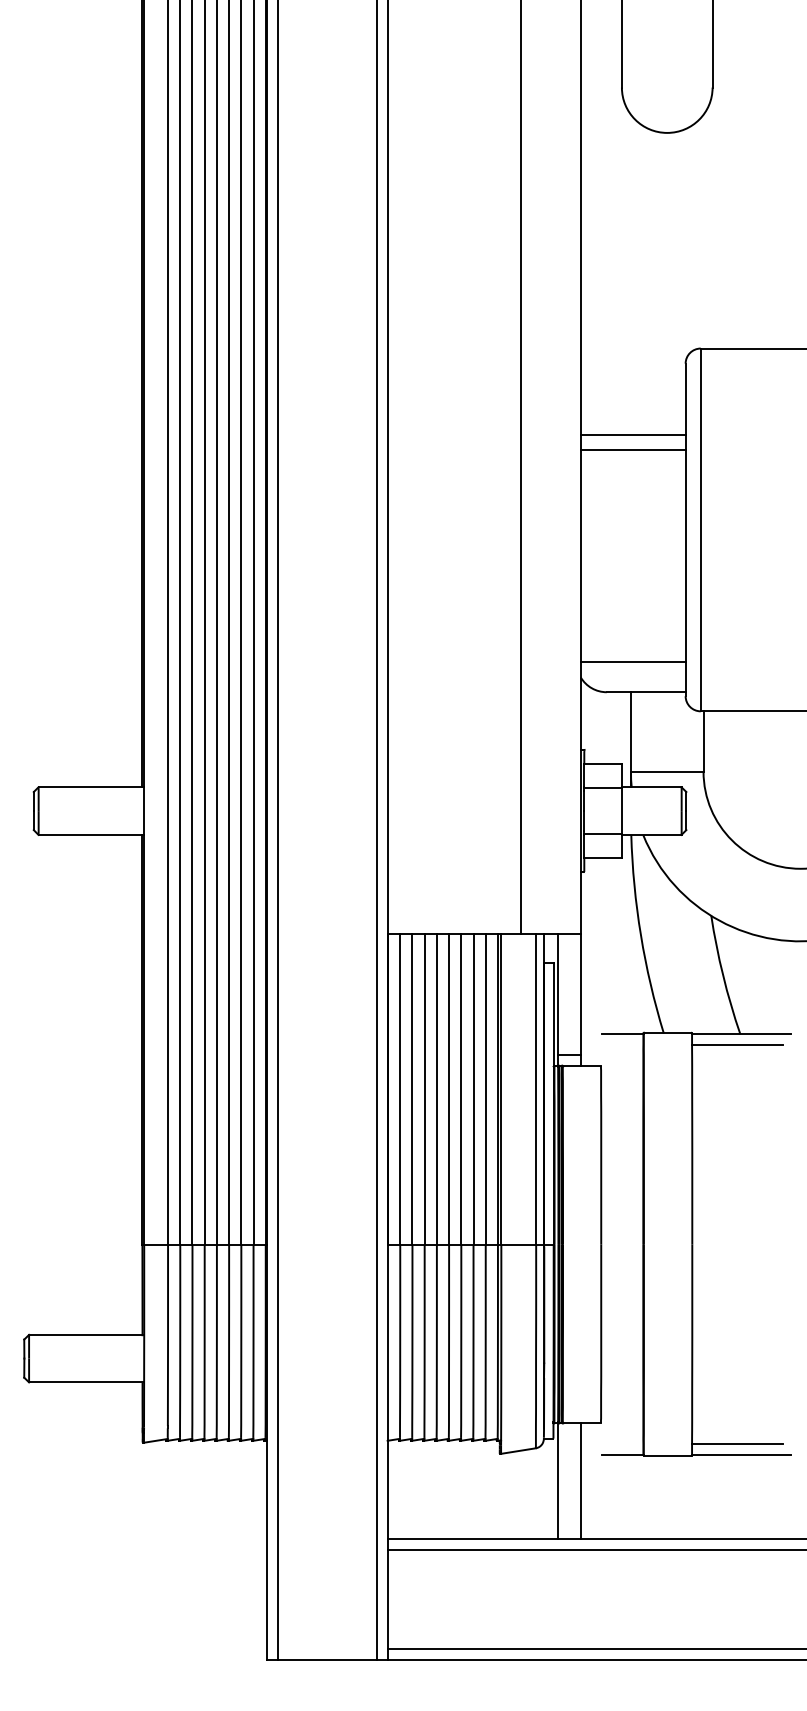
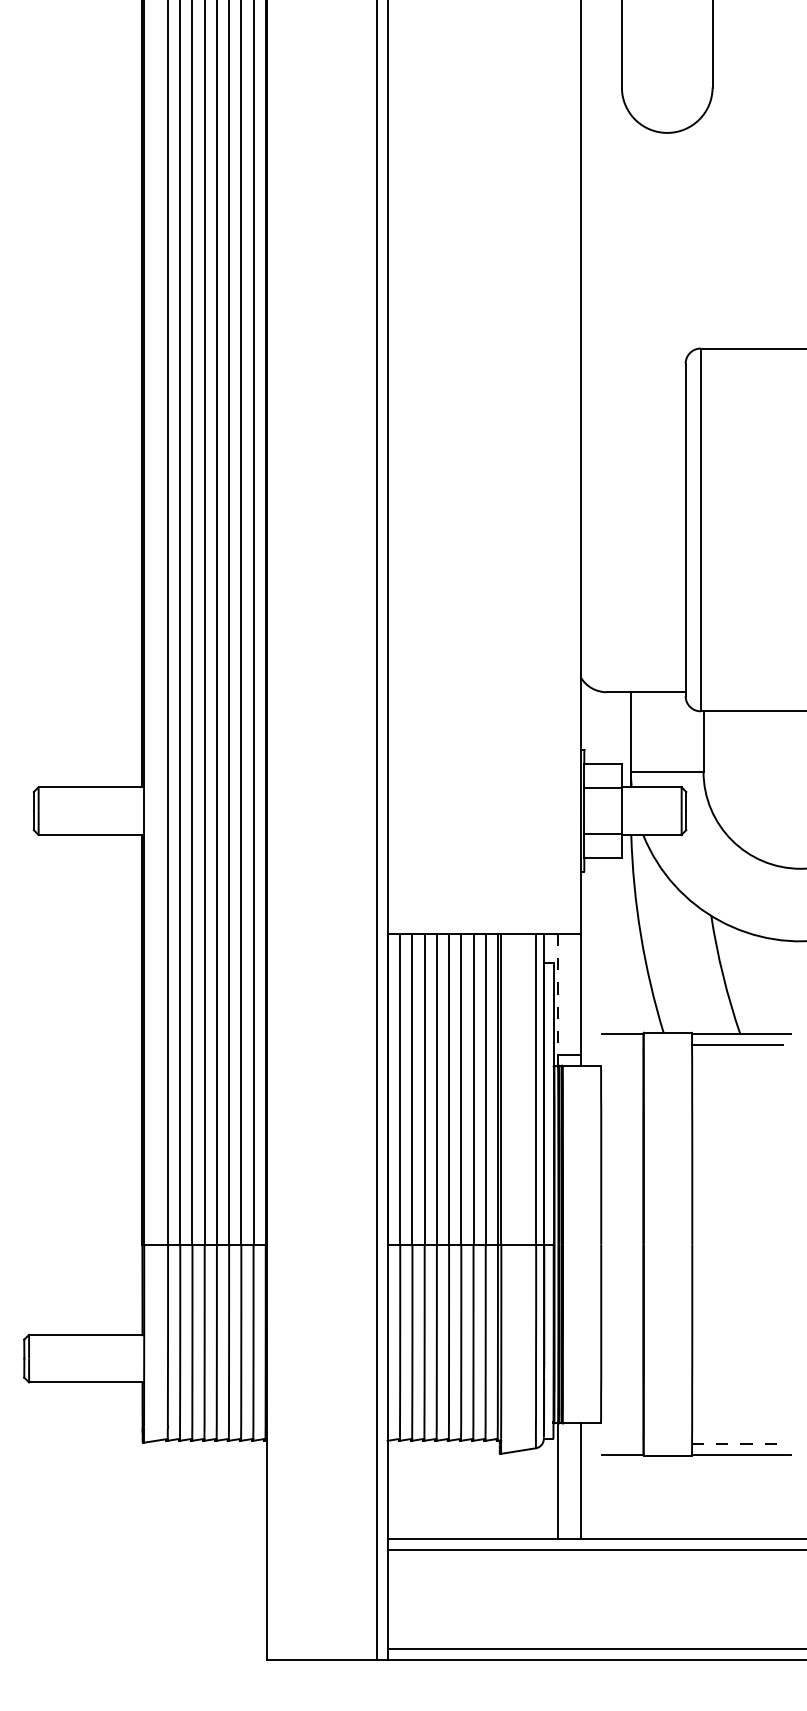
line at (633, 434): present -> none
line at (633, 450): present -> none
line at (520, 468): present -> none
line at (633, 662): present -> none
line at (277, 830): present -> none
line at (558, 1000): solid -> dashed
line at (737, 1443): solid -> dashed
